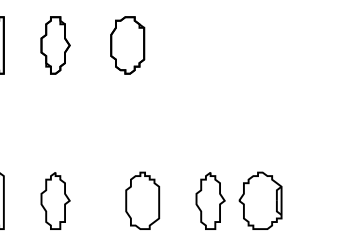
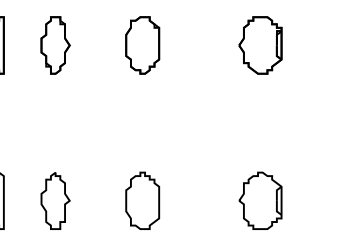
part at (127, 45) position: (127, 45) -> (142, 45)
part at (260, 45): none -> present
part at (210, 200): present -> none
